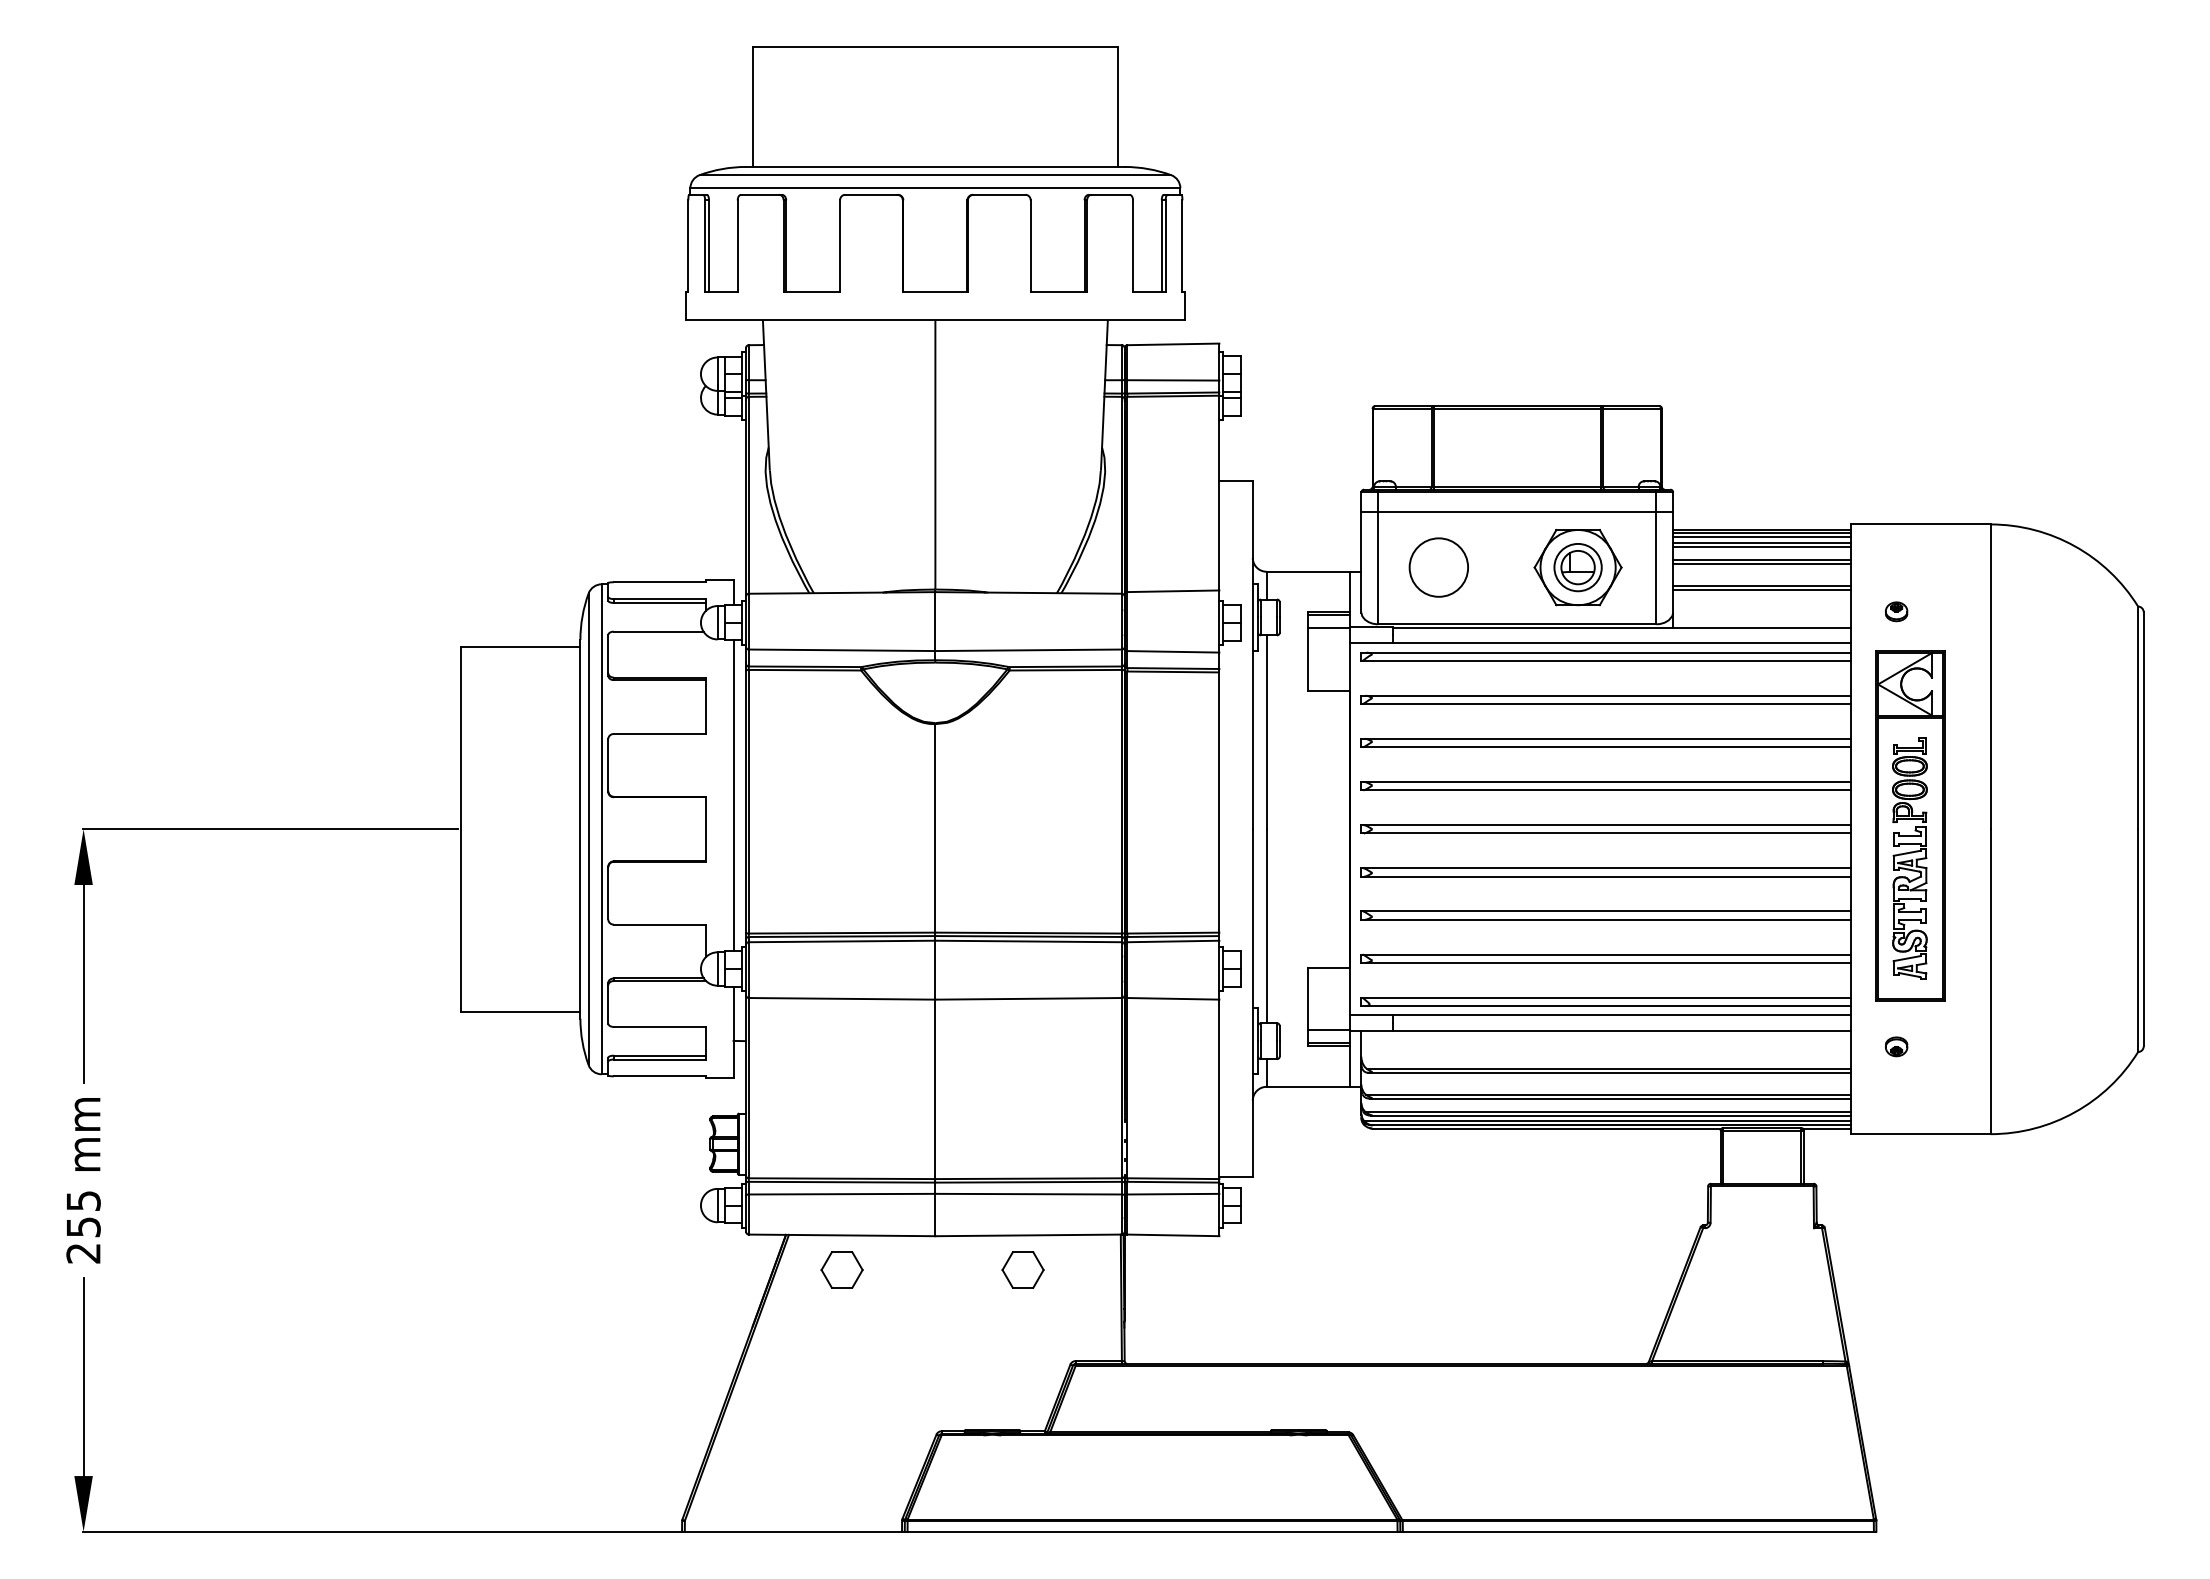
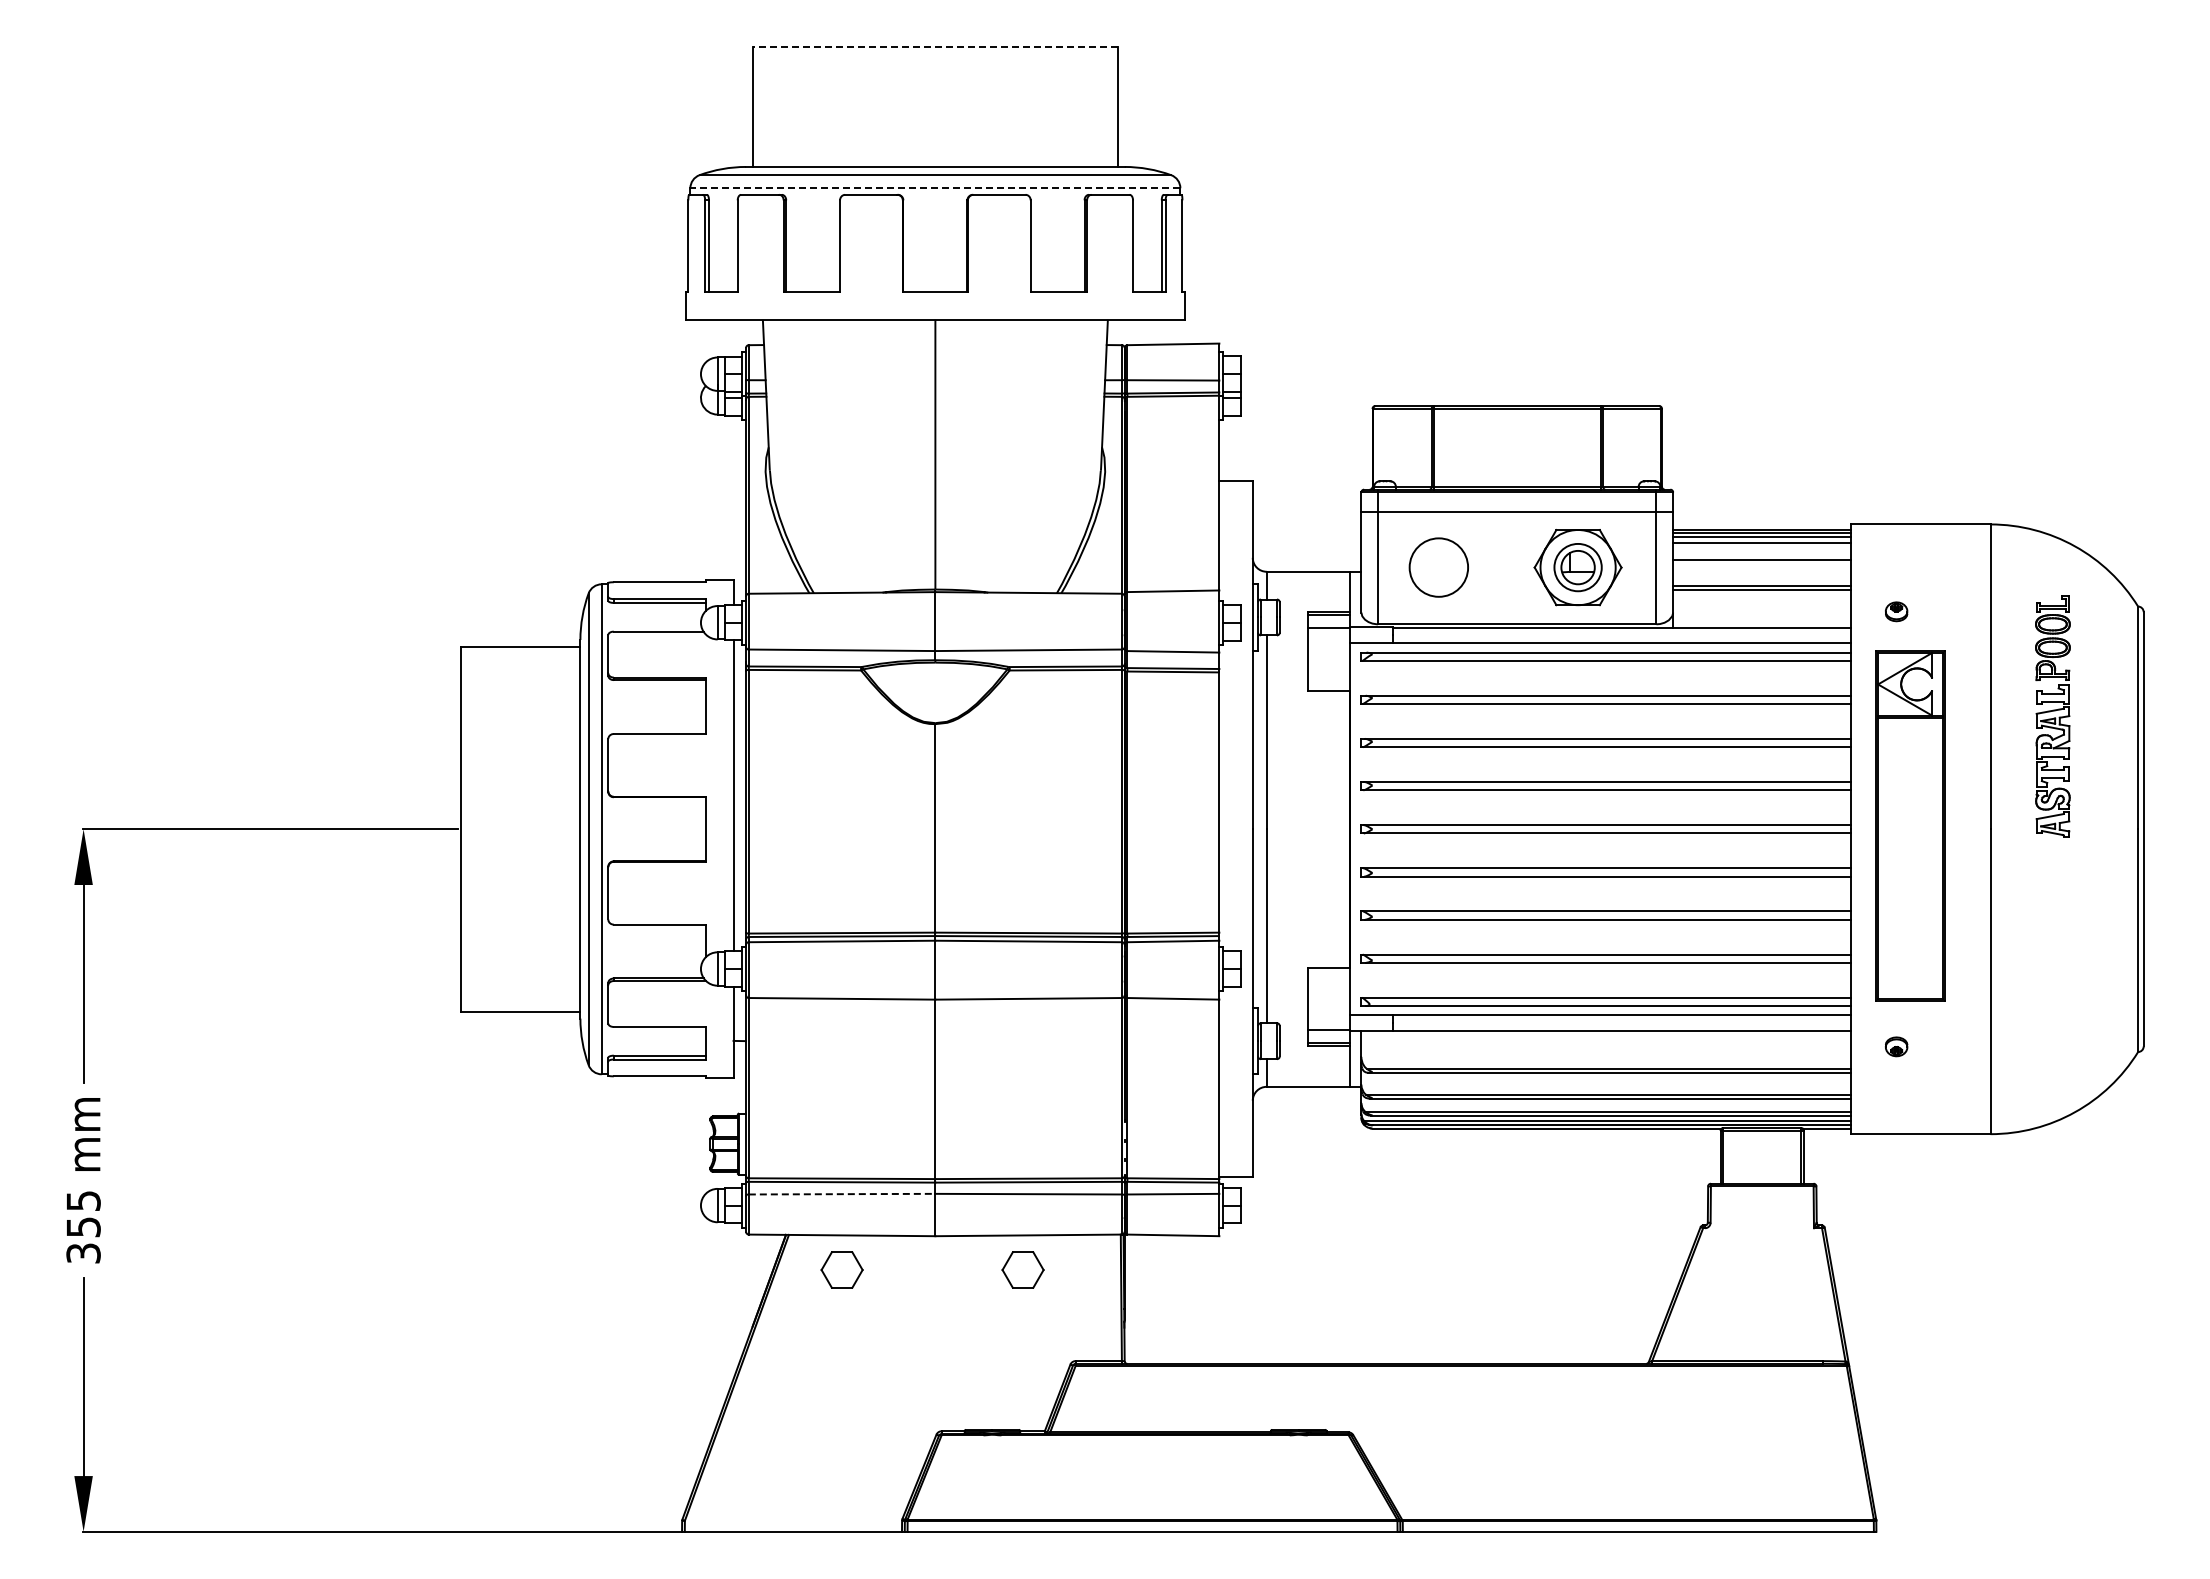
line at (934, 47): solid -> dashed
line at (934, 188): solid -> dashed
line at (1762, 547): present -> none
line at (1762, 564): present -> none
part at (1909, 858) position: (1909, 858) -> (2052, 716)
line at (842, 1194): solid -> dashed
text at (83, 1253): 255 -> 355
